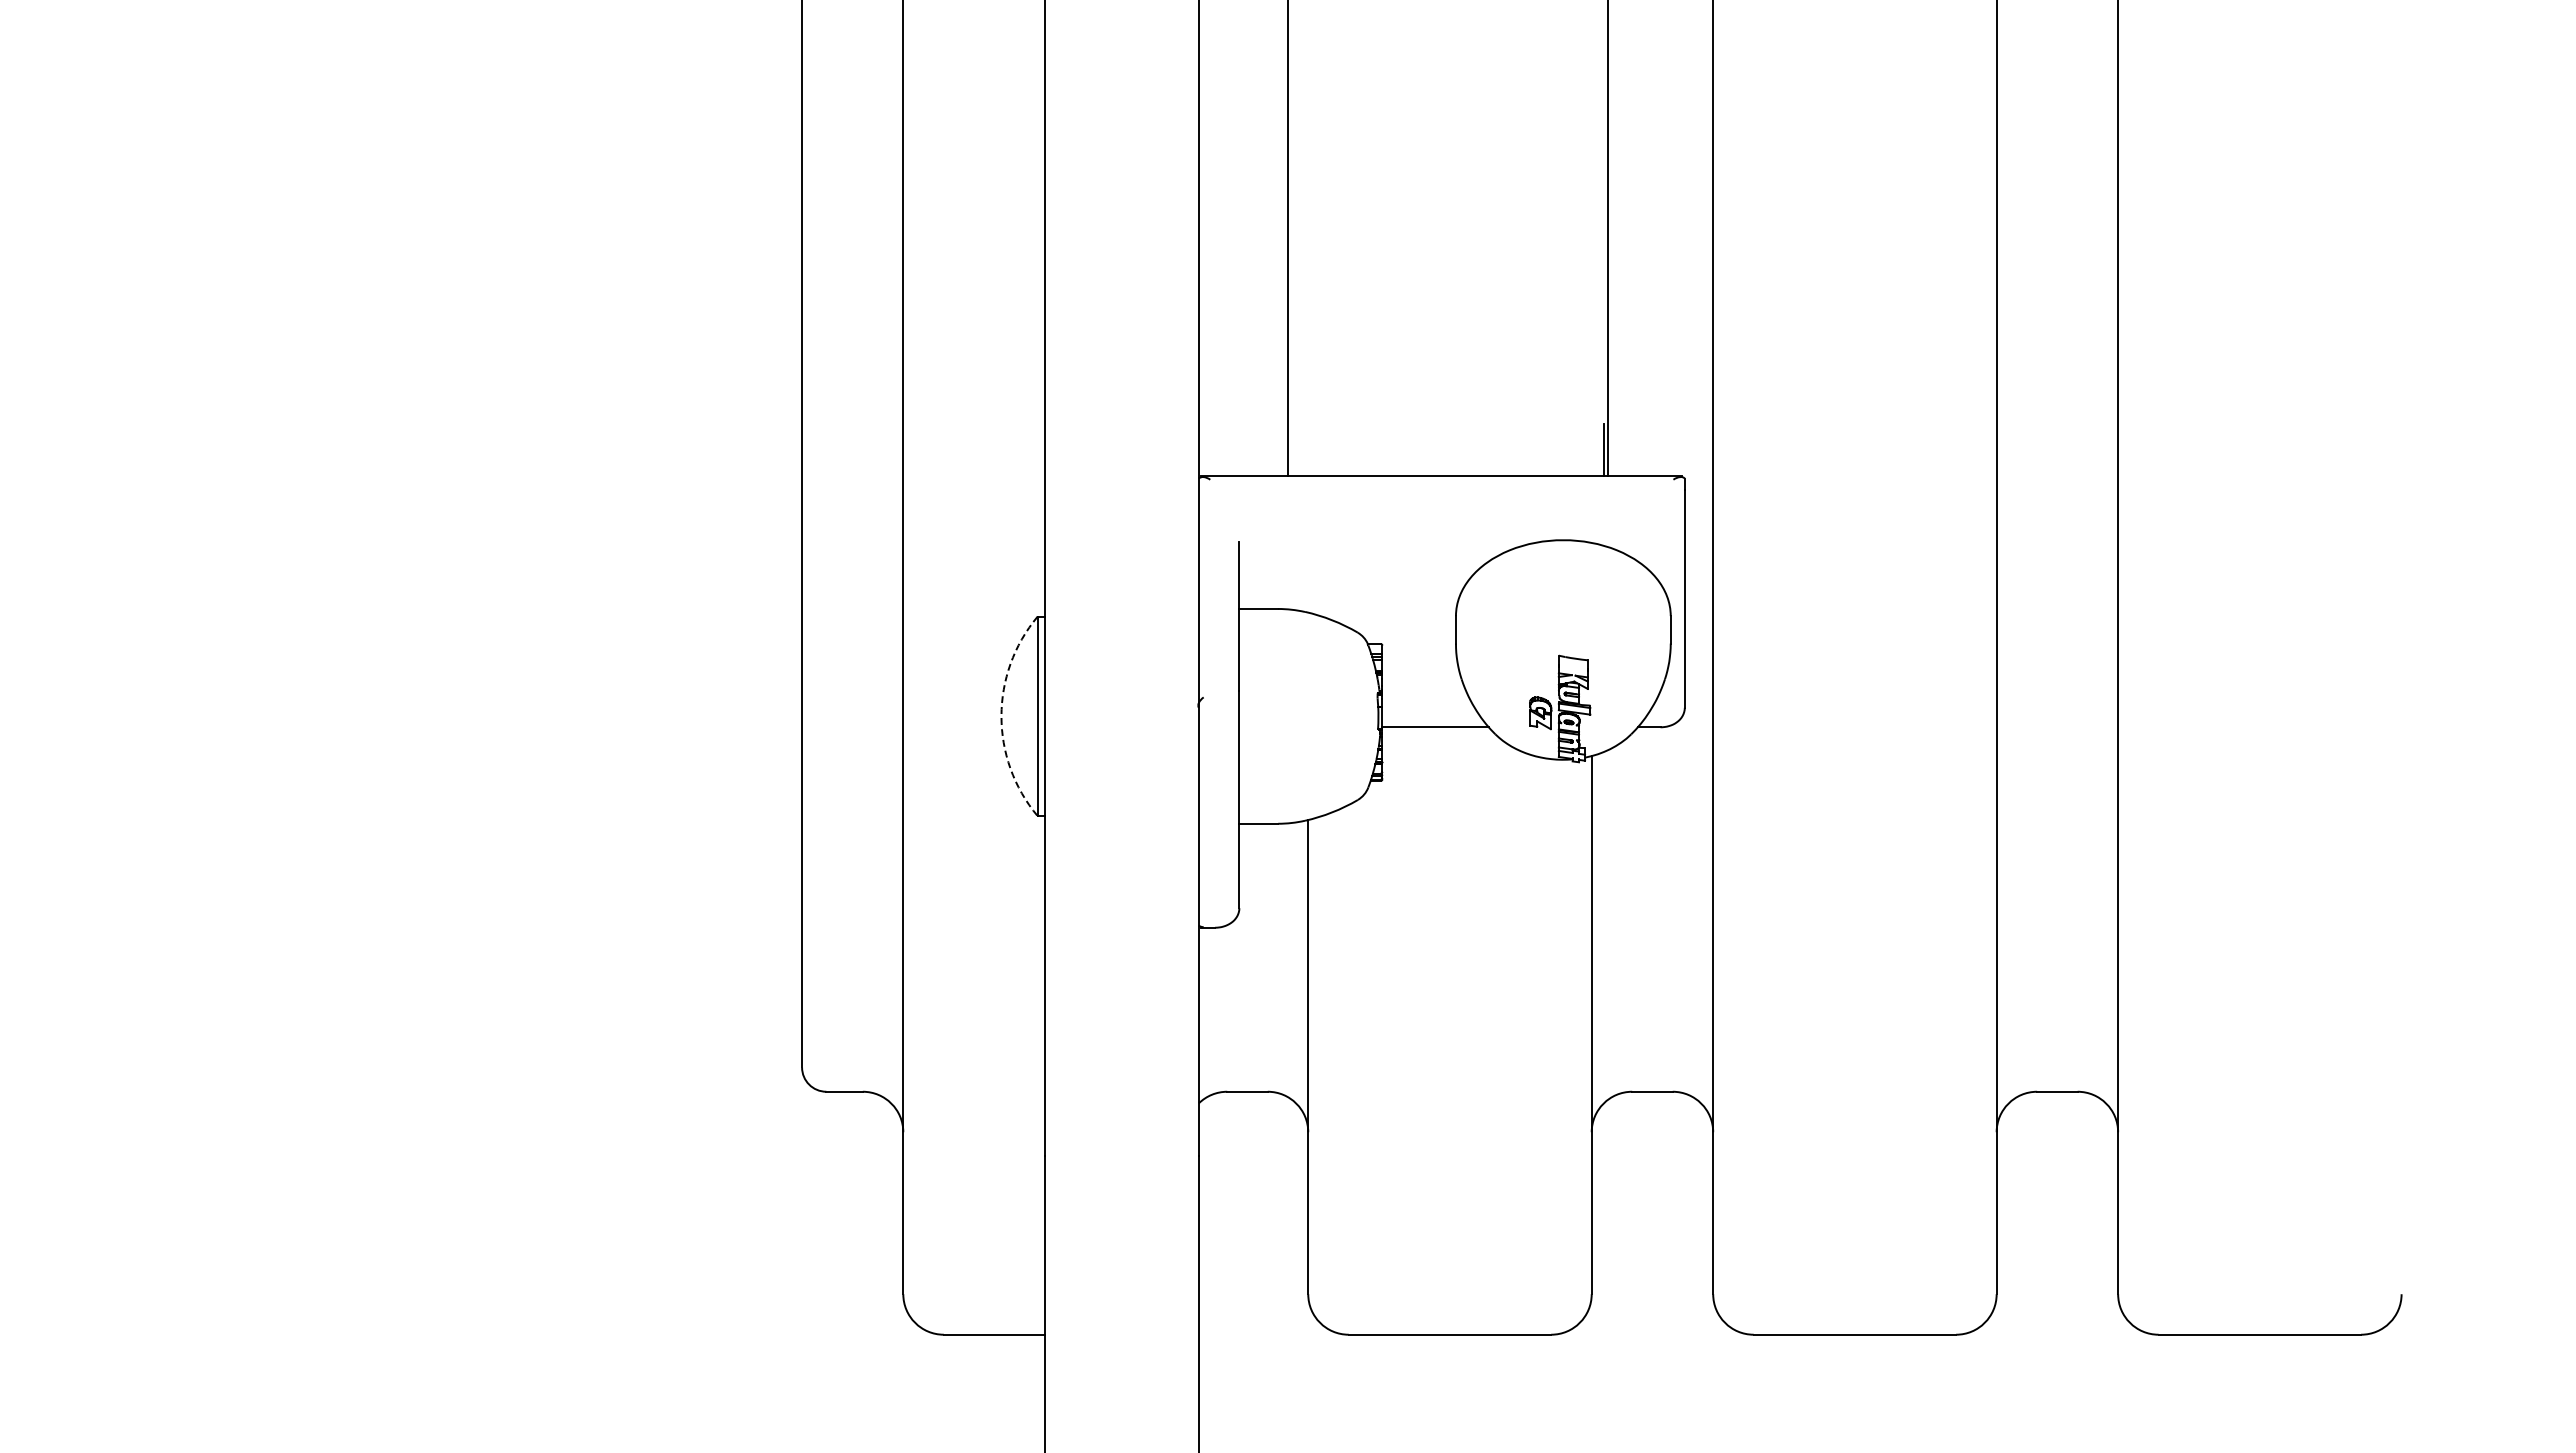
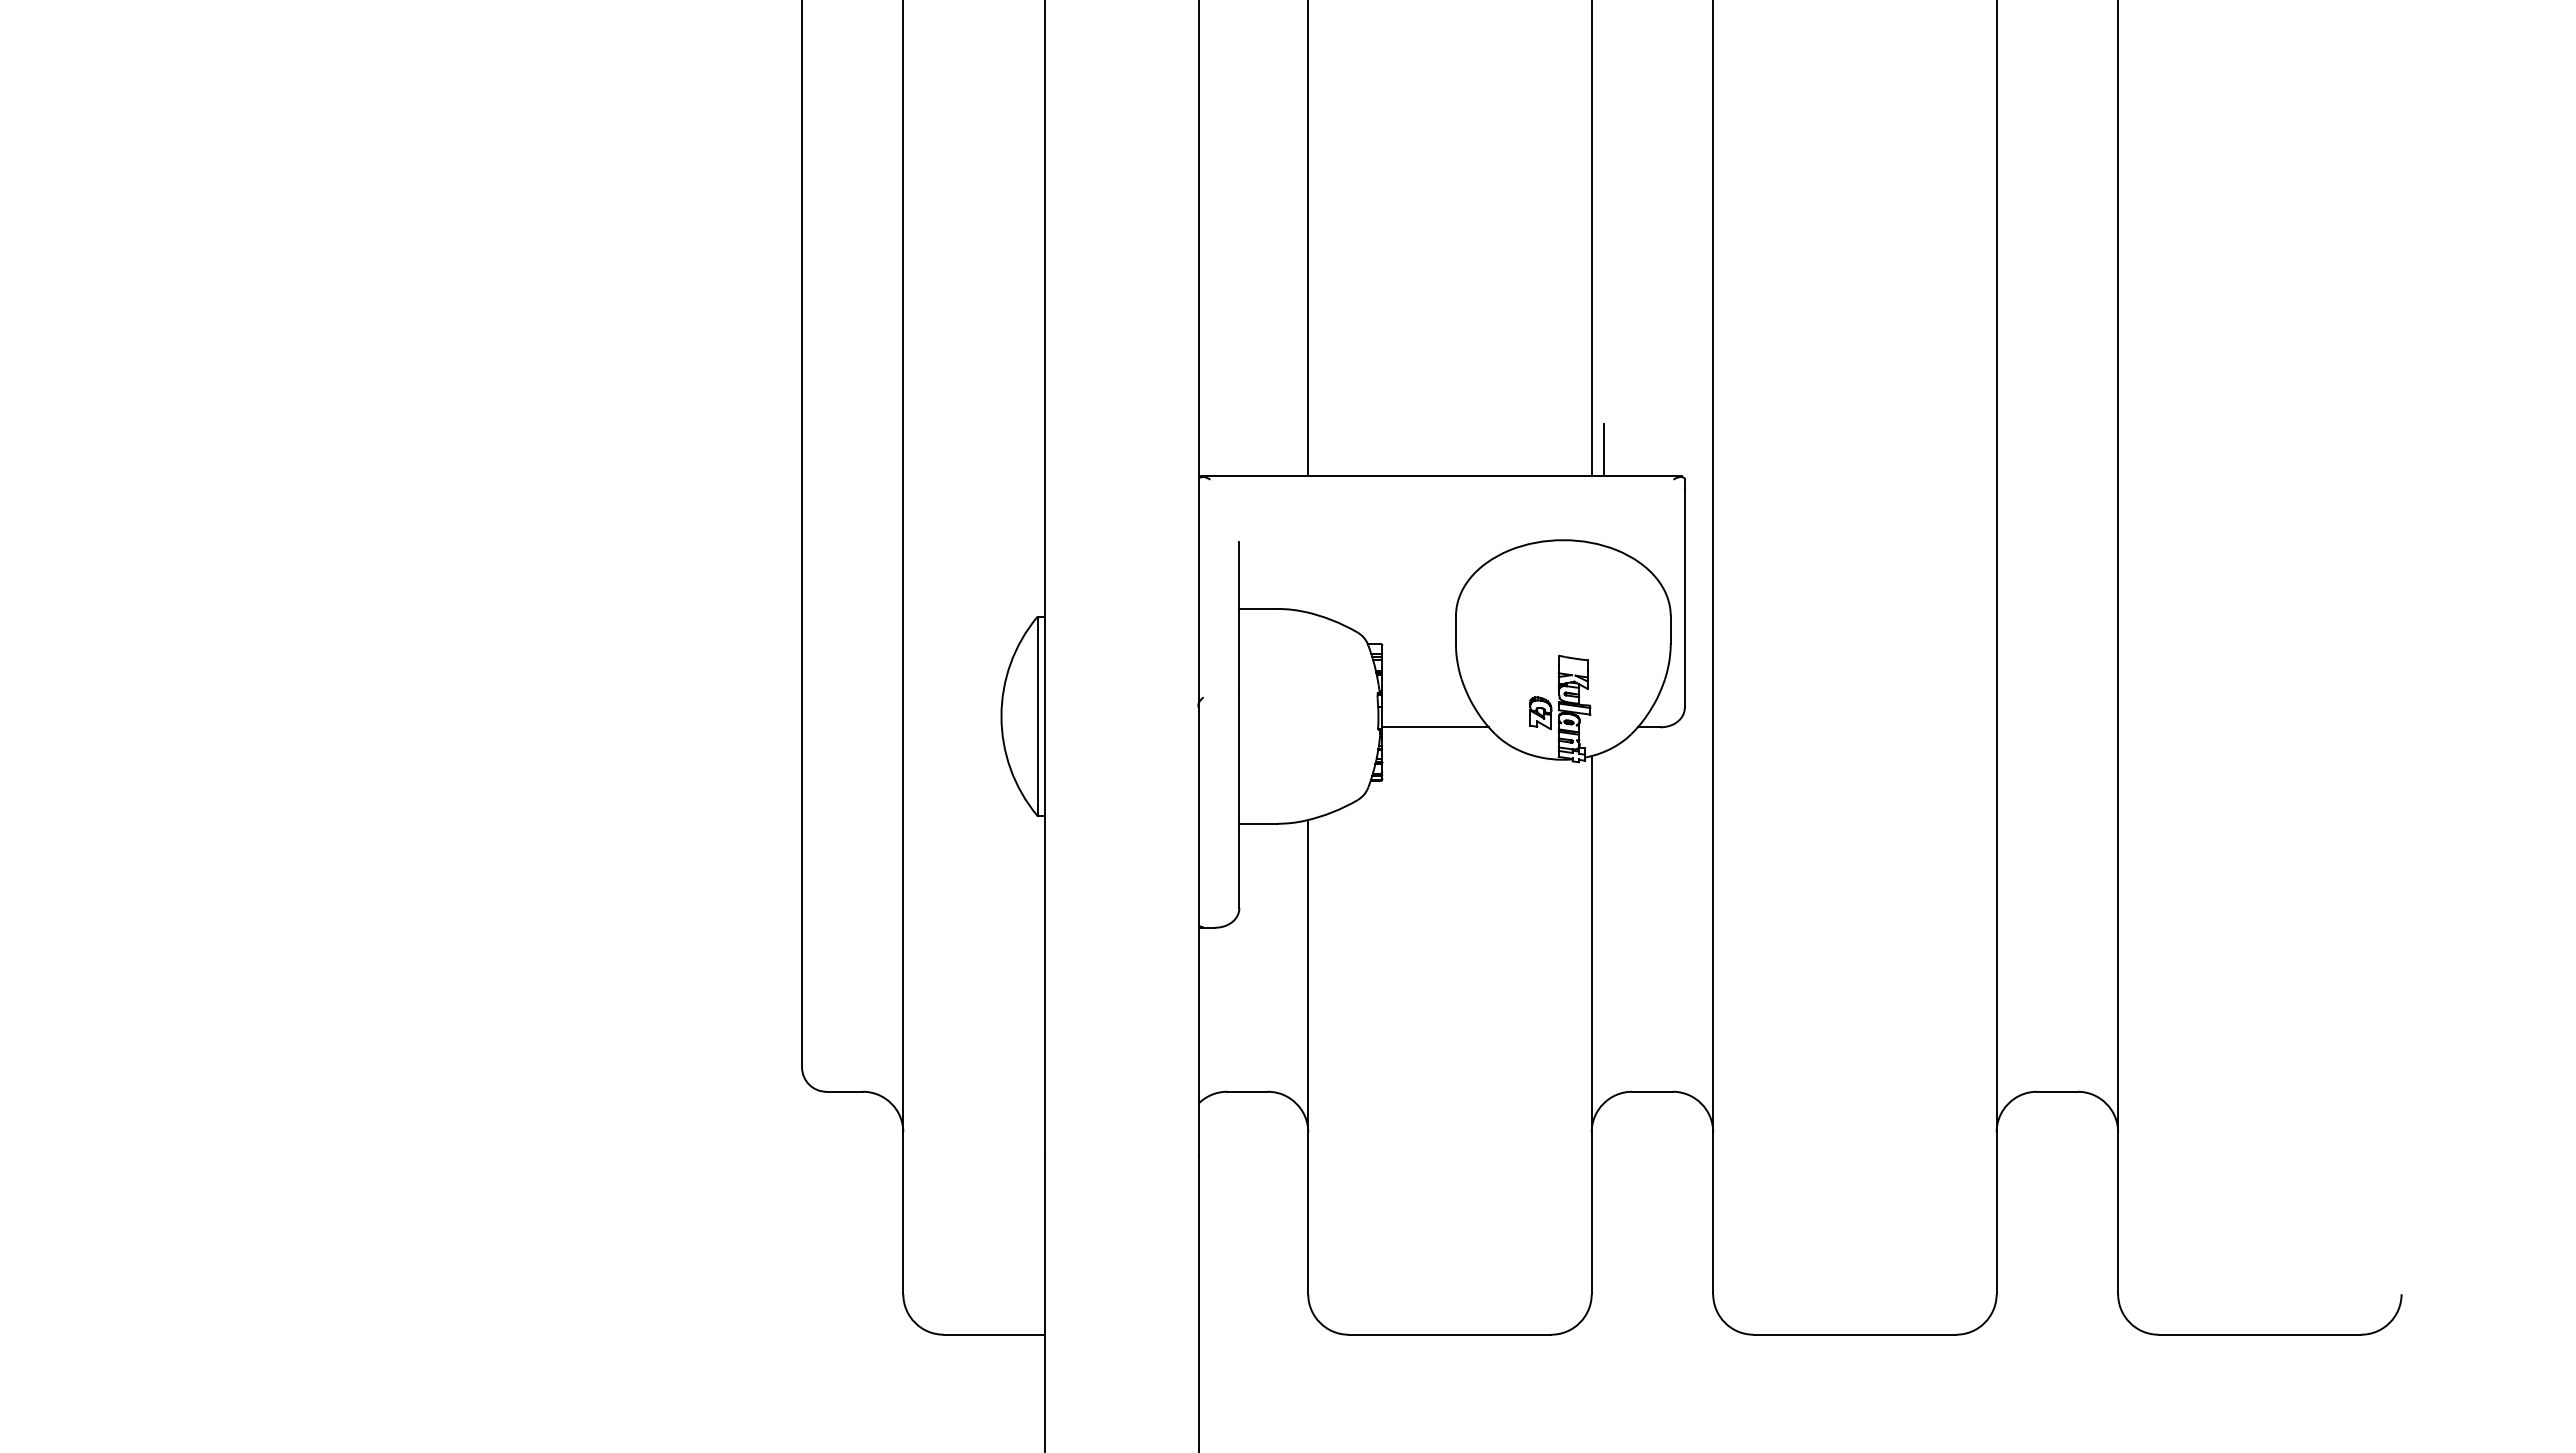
line at (1288, 239) position: (1288, 239) -> (1308, 239)
line at (1607, 239) position: (1607, 239) -> (1591, 239)
arc at (1001, 716): dashed -> solid
